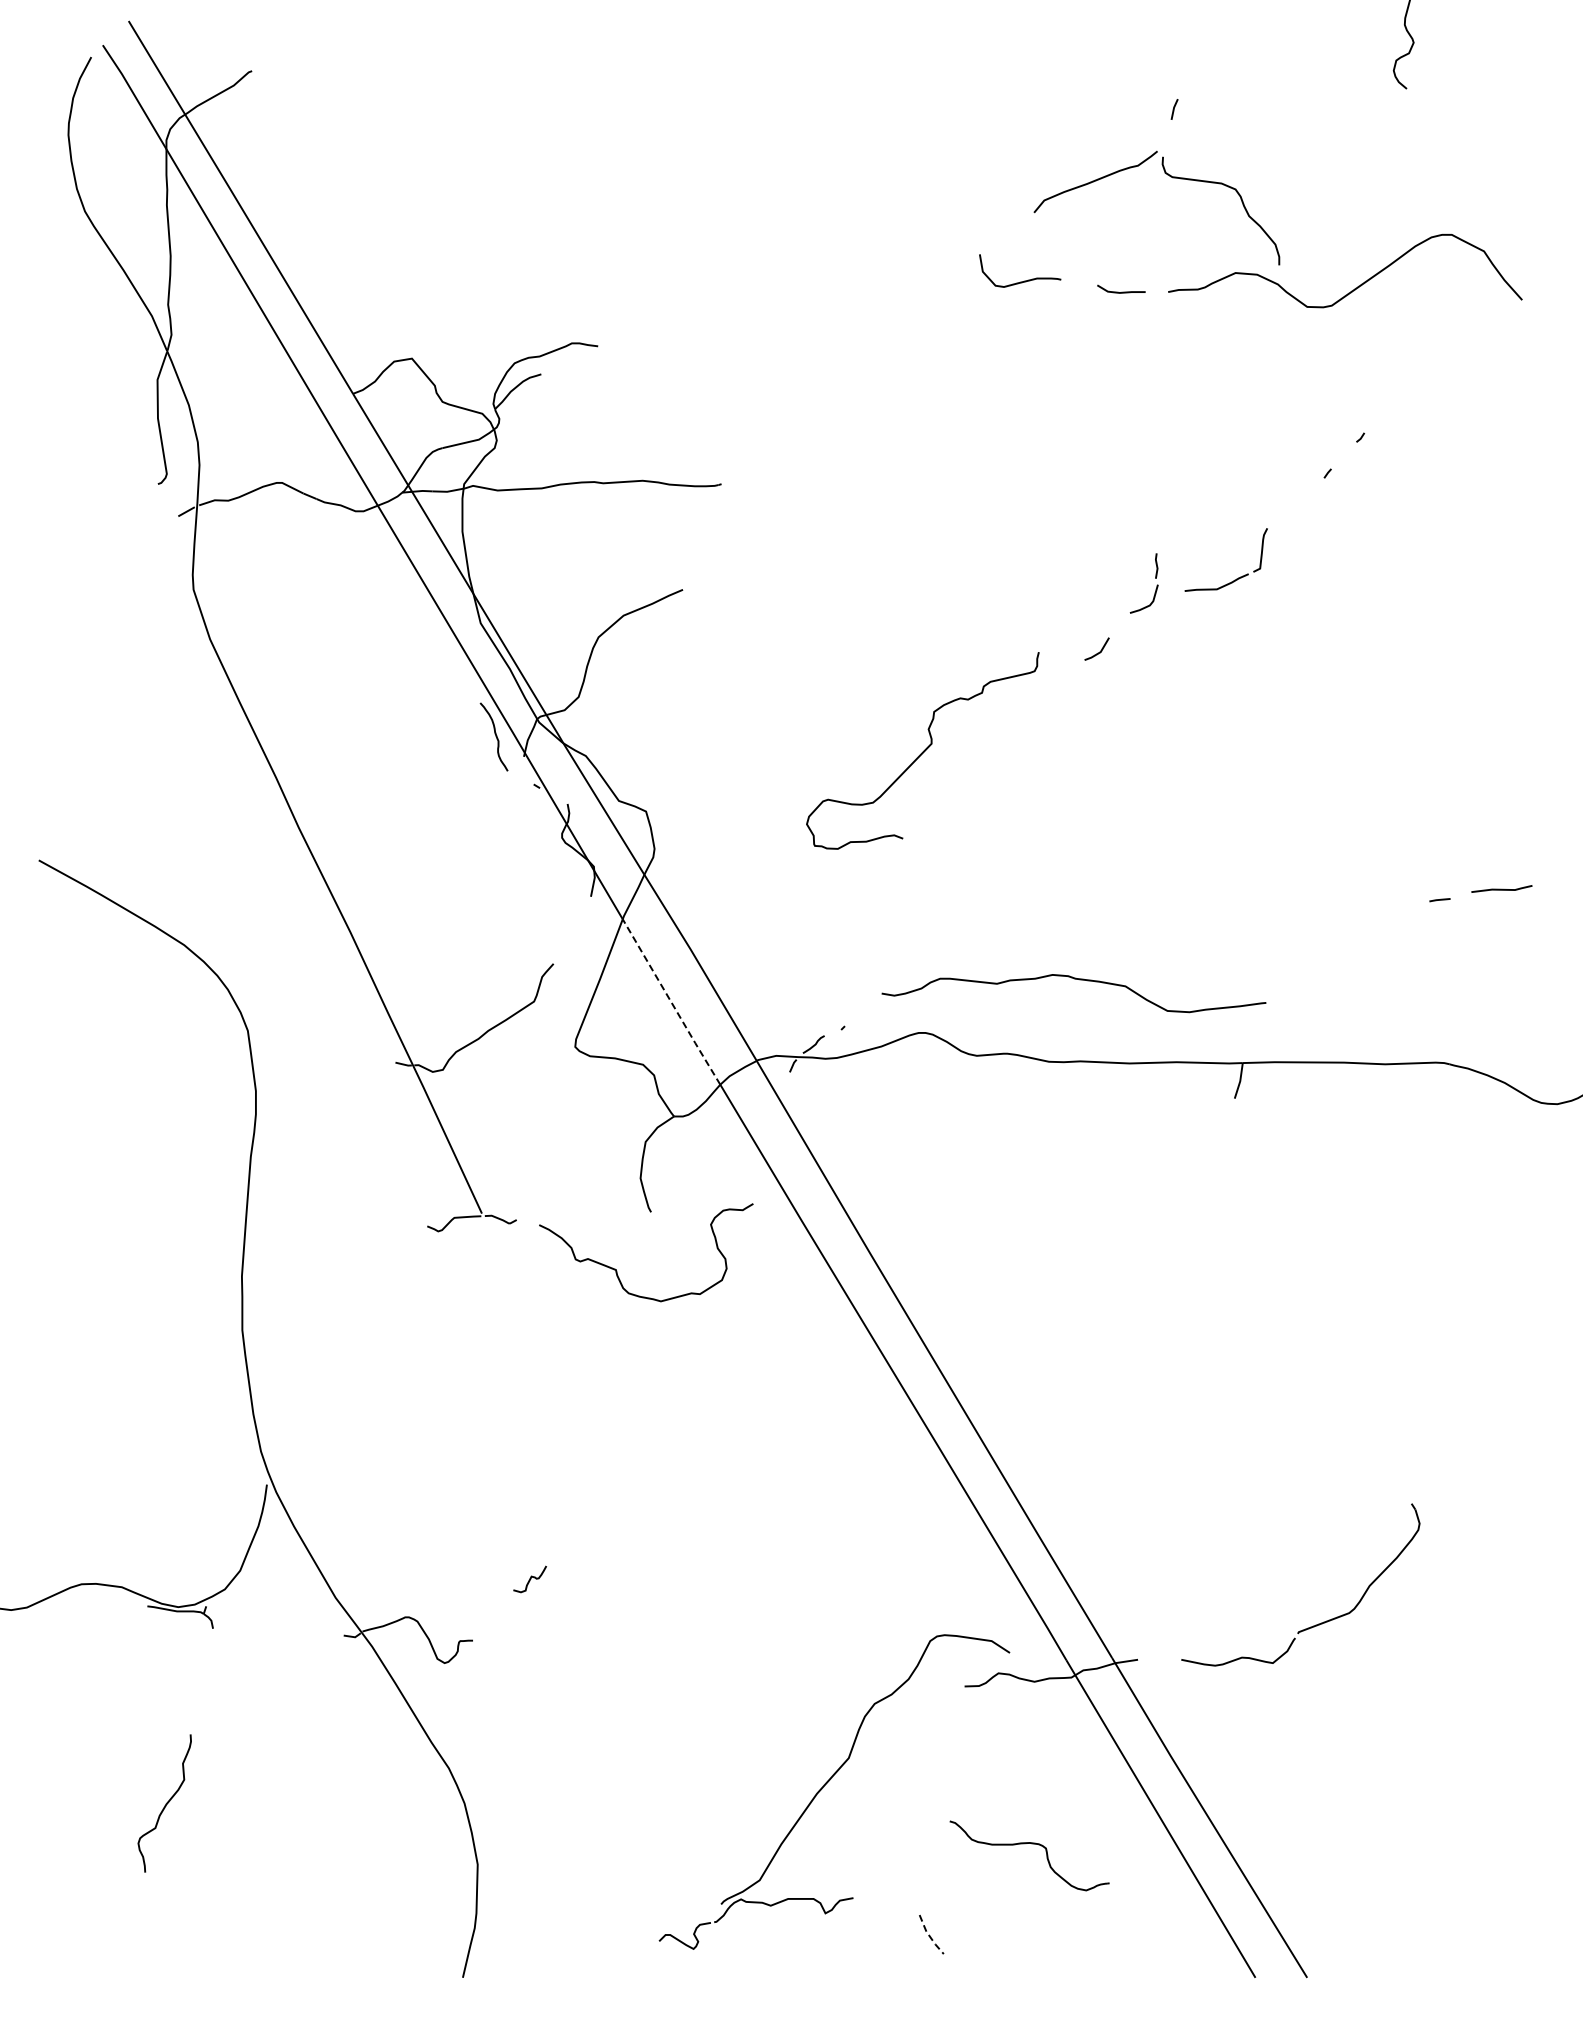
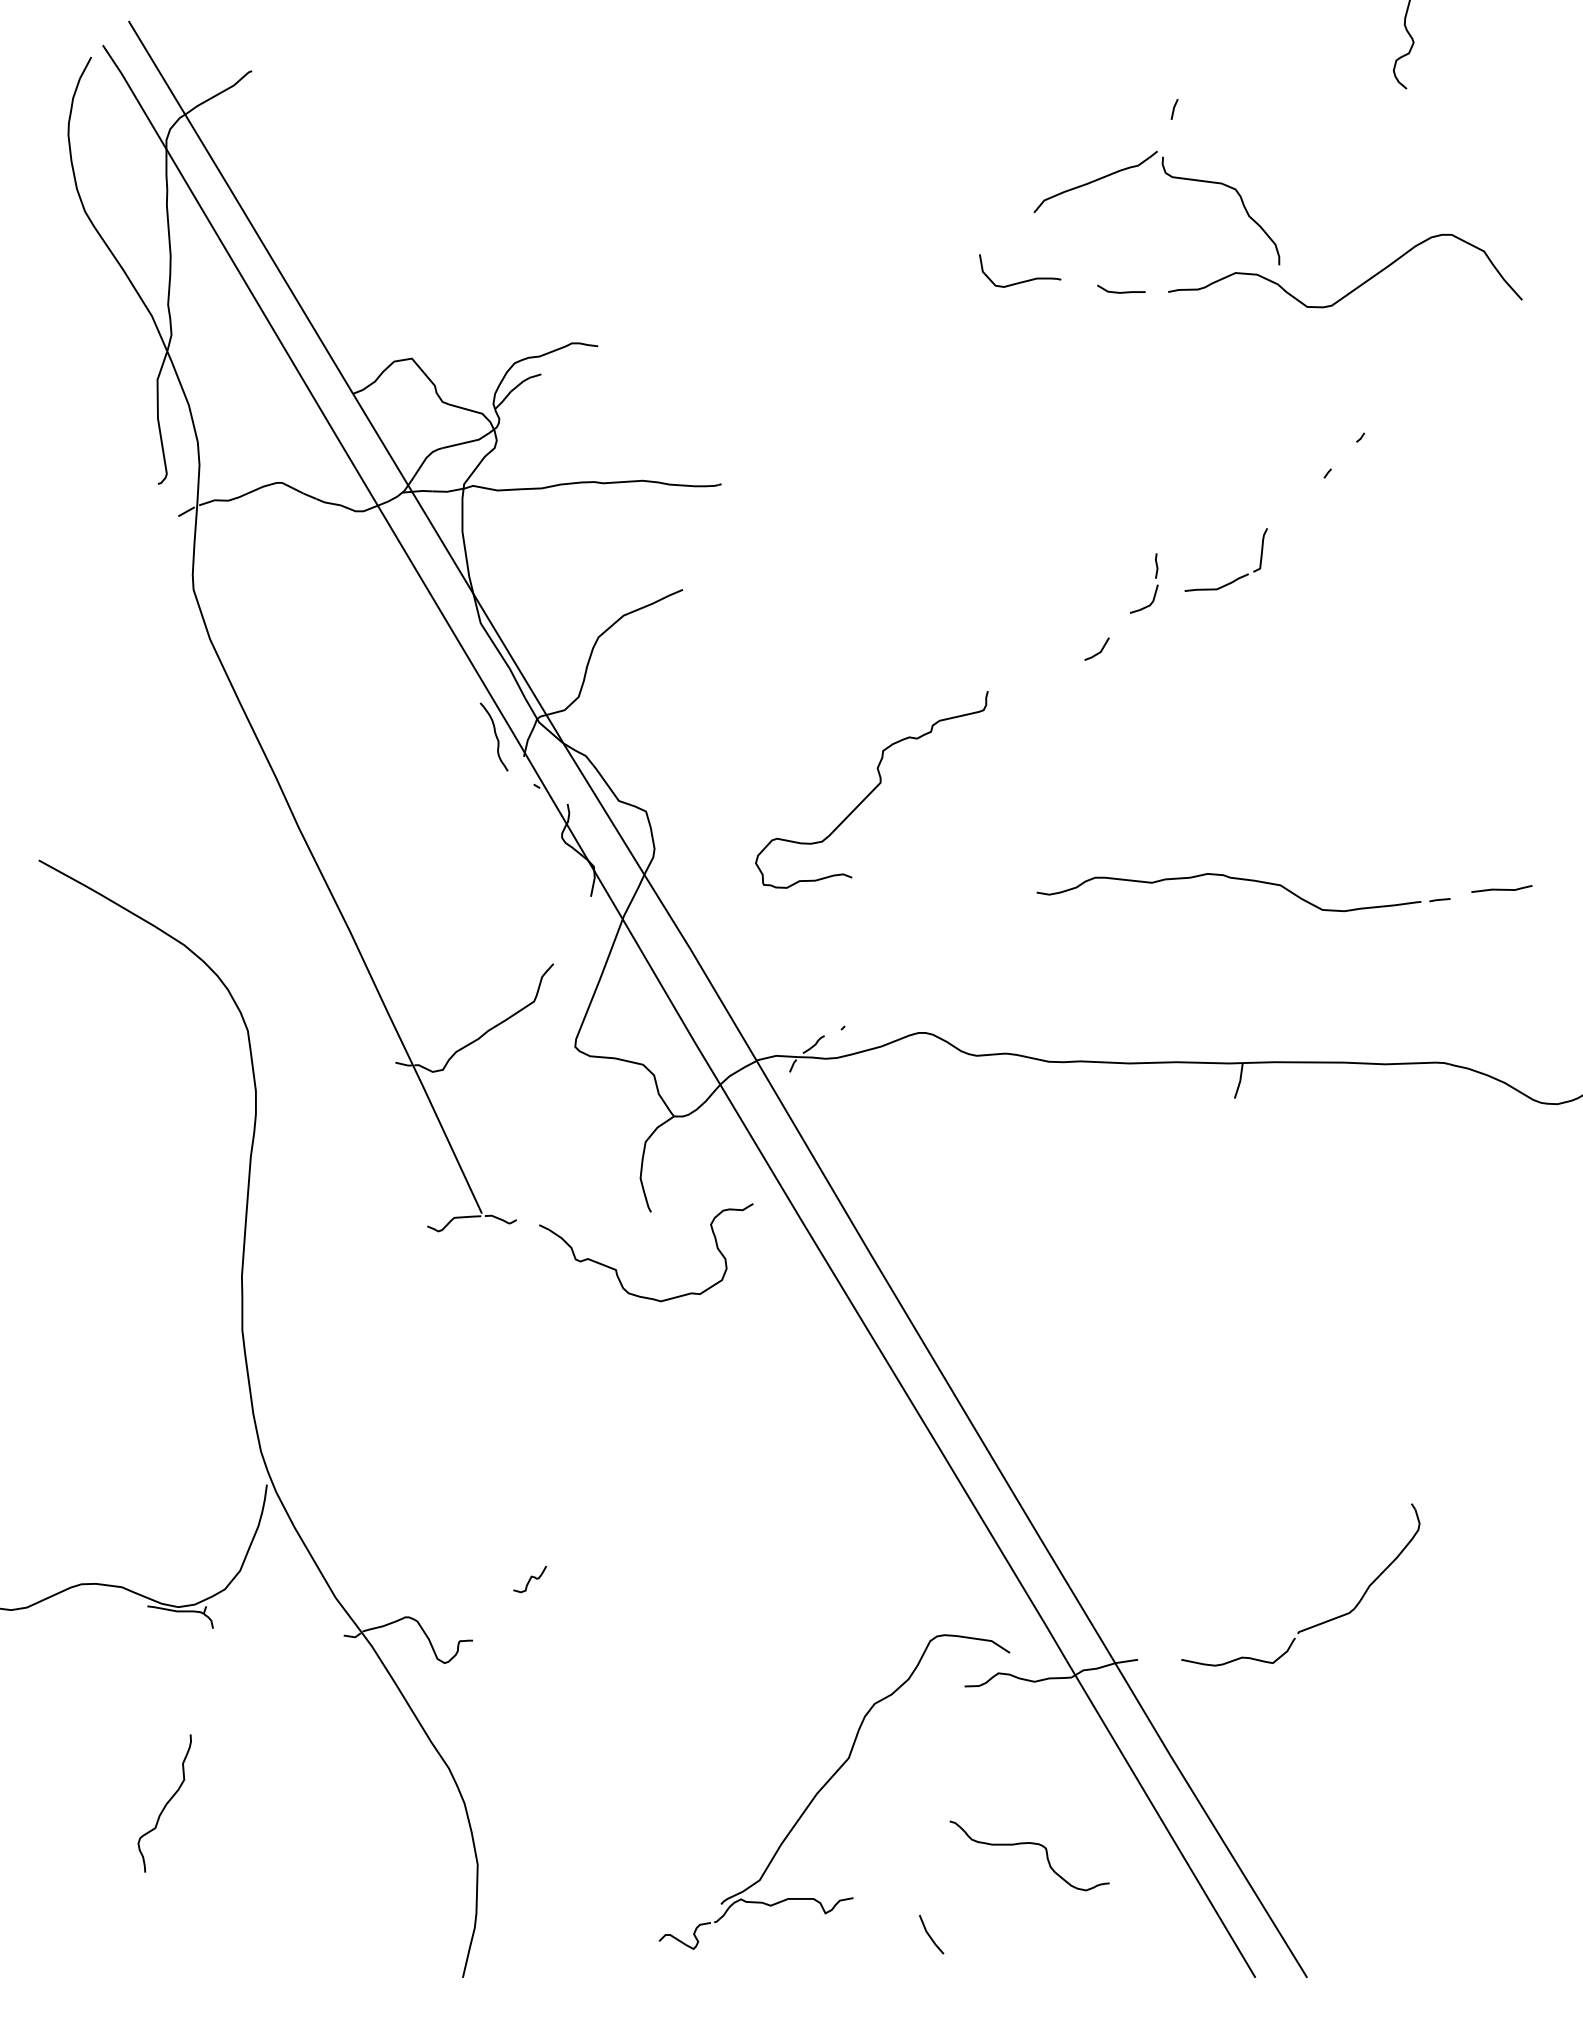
curve at (923, 750) position: (923, 750) -> (872, 789)
curve at (1074, 979) position: (1074, 979) -> (1229, 878)
line at (671, 1002): dashed -> solid
line at (929, 1936): dashed -> solid
